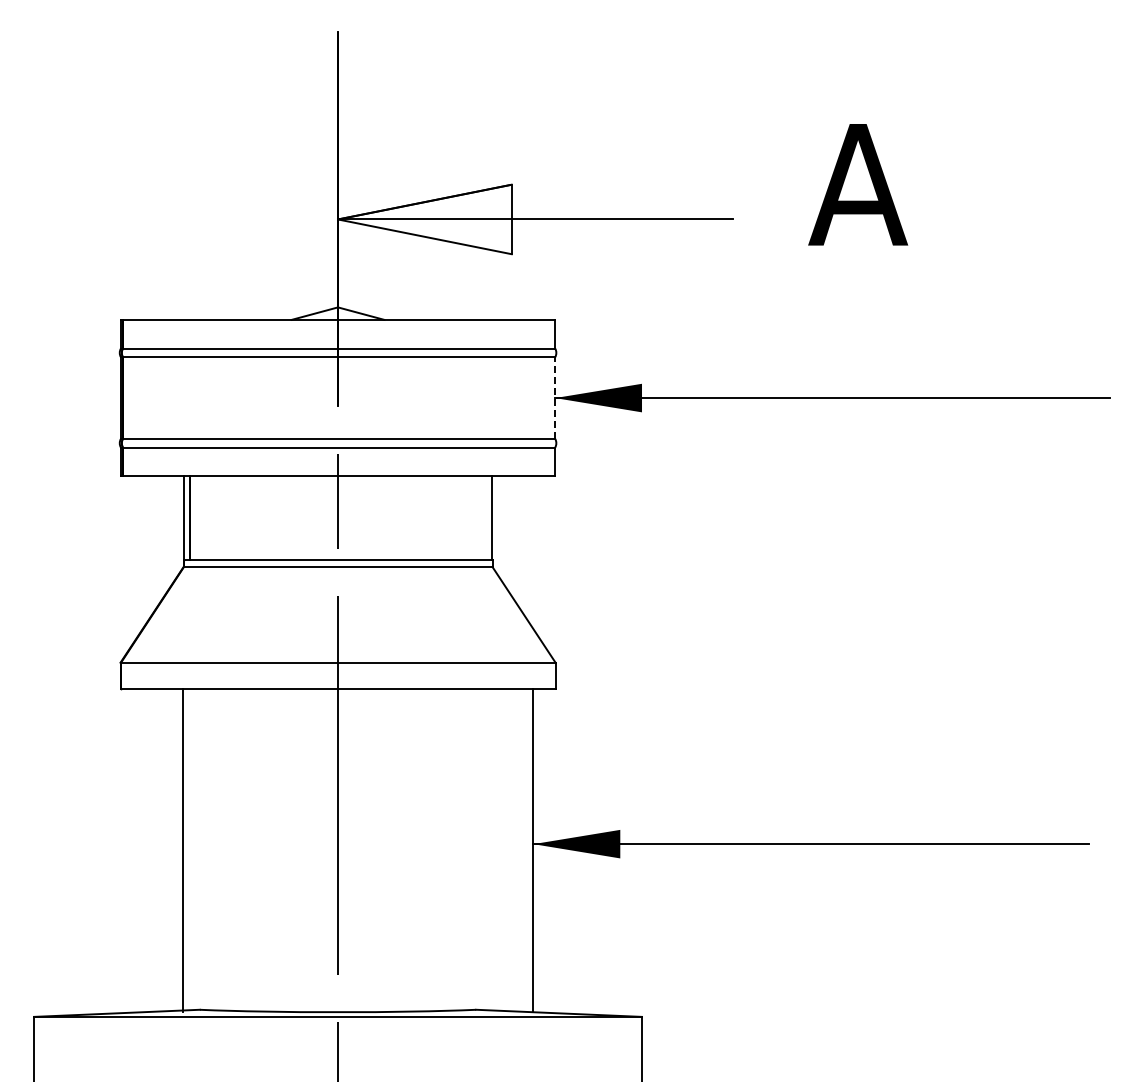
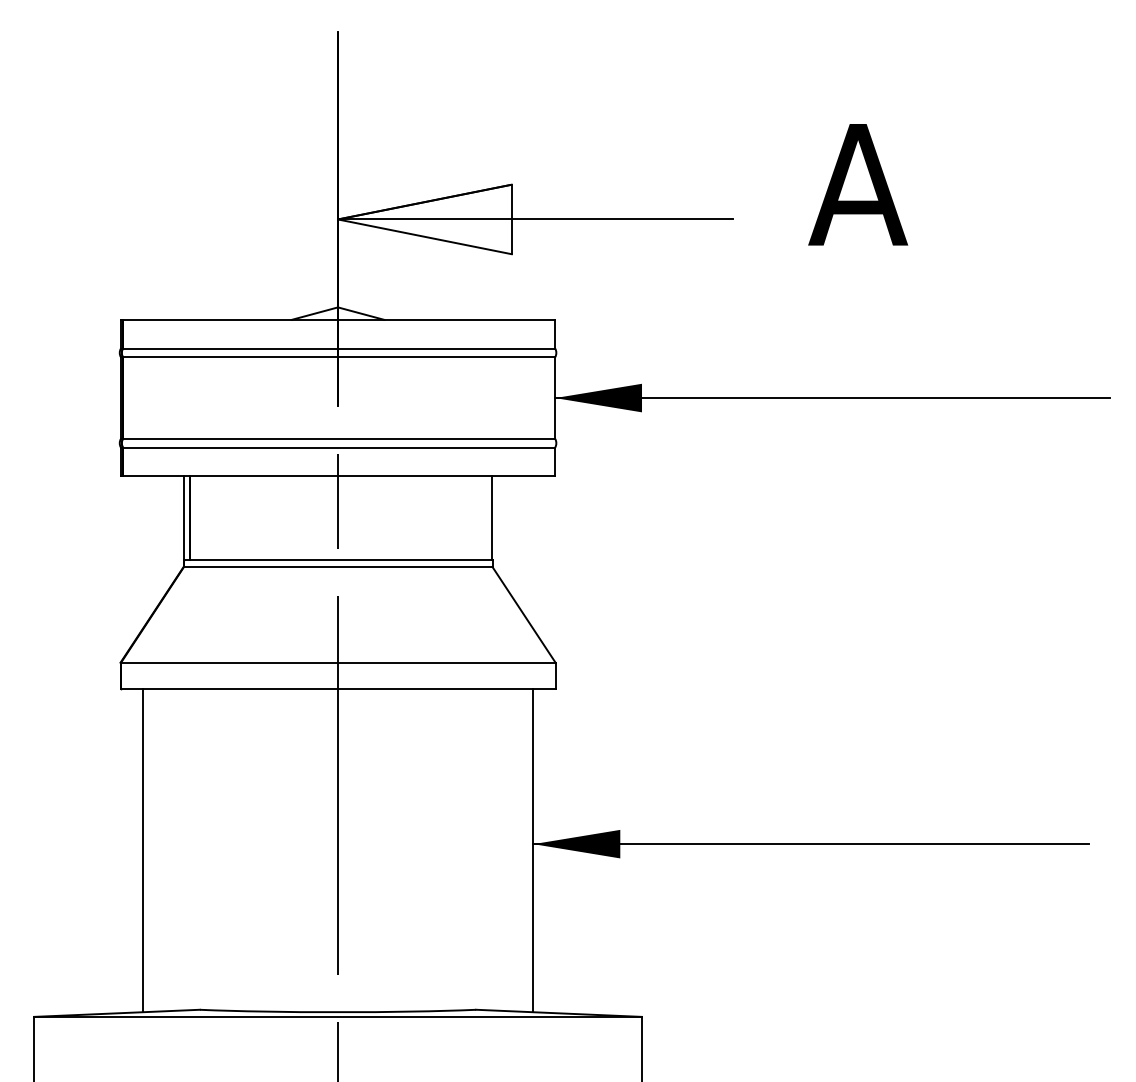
line at (555, 398): dashed -> solid
line at (182, 850) position: (182, 850) -> (142, 850)
